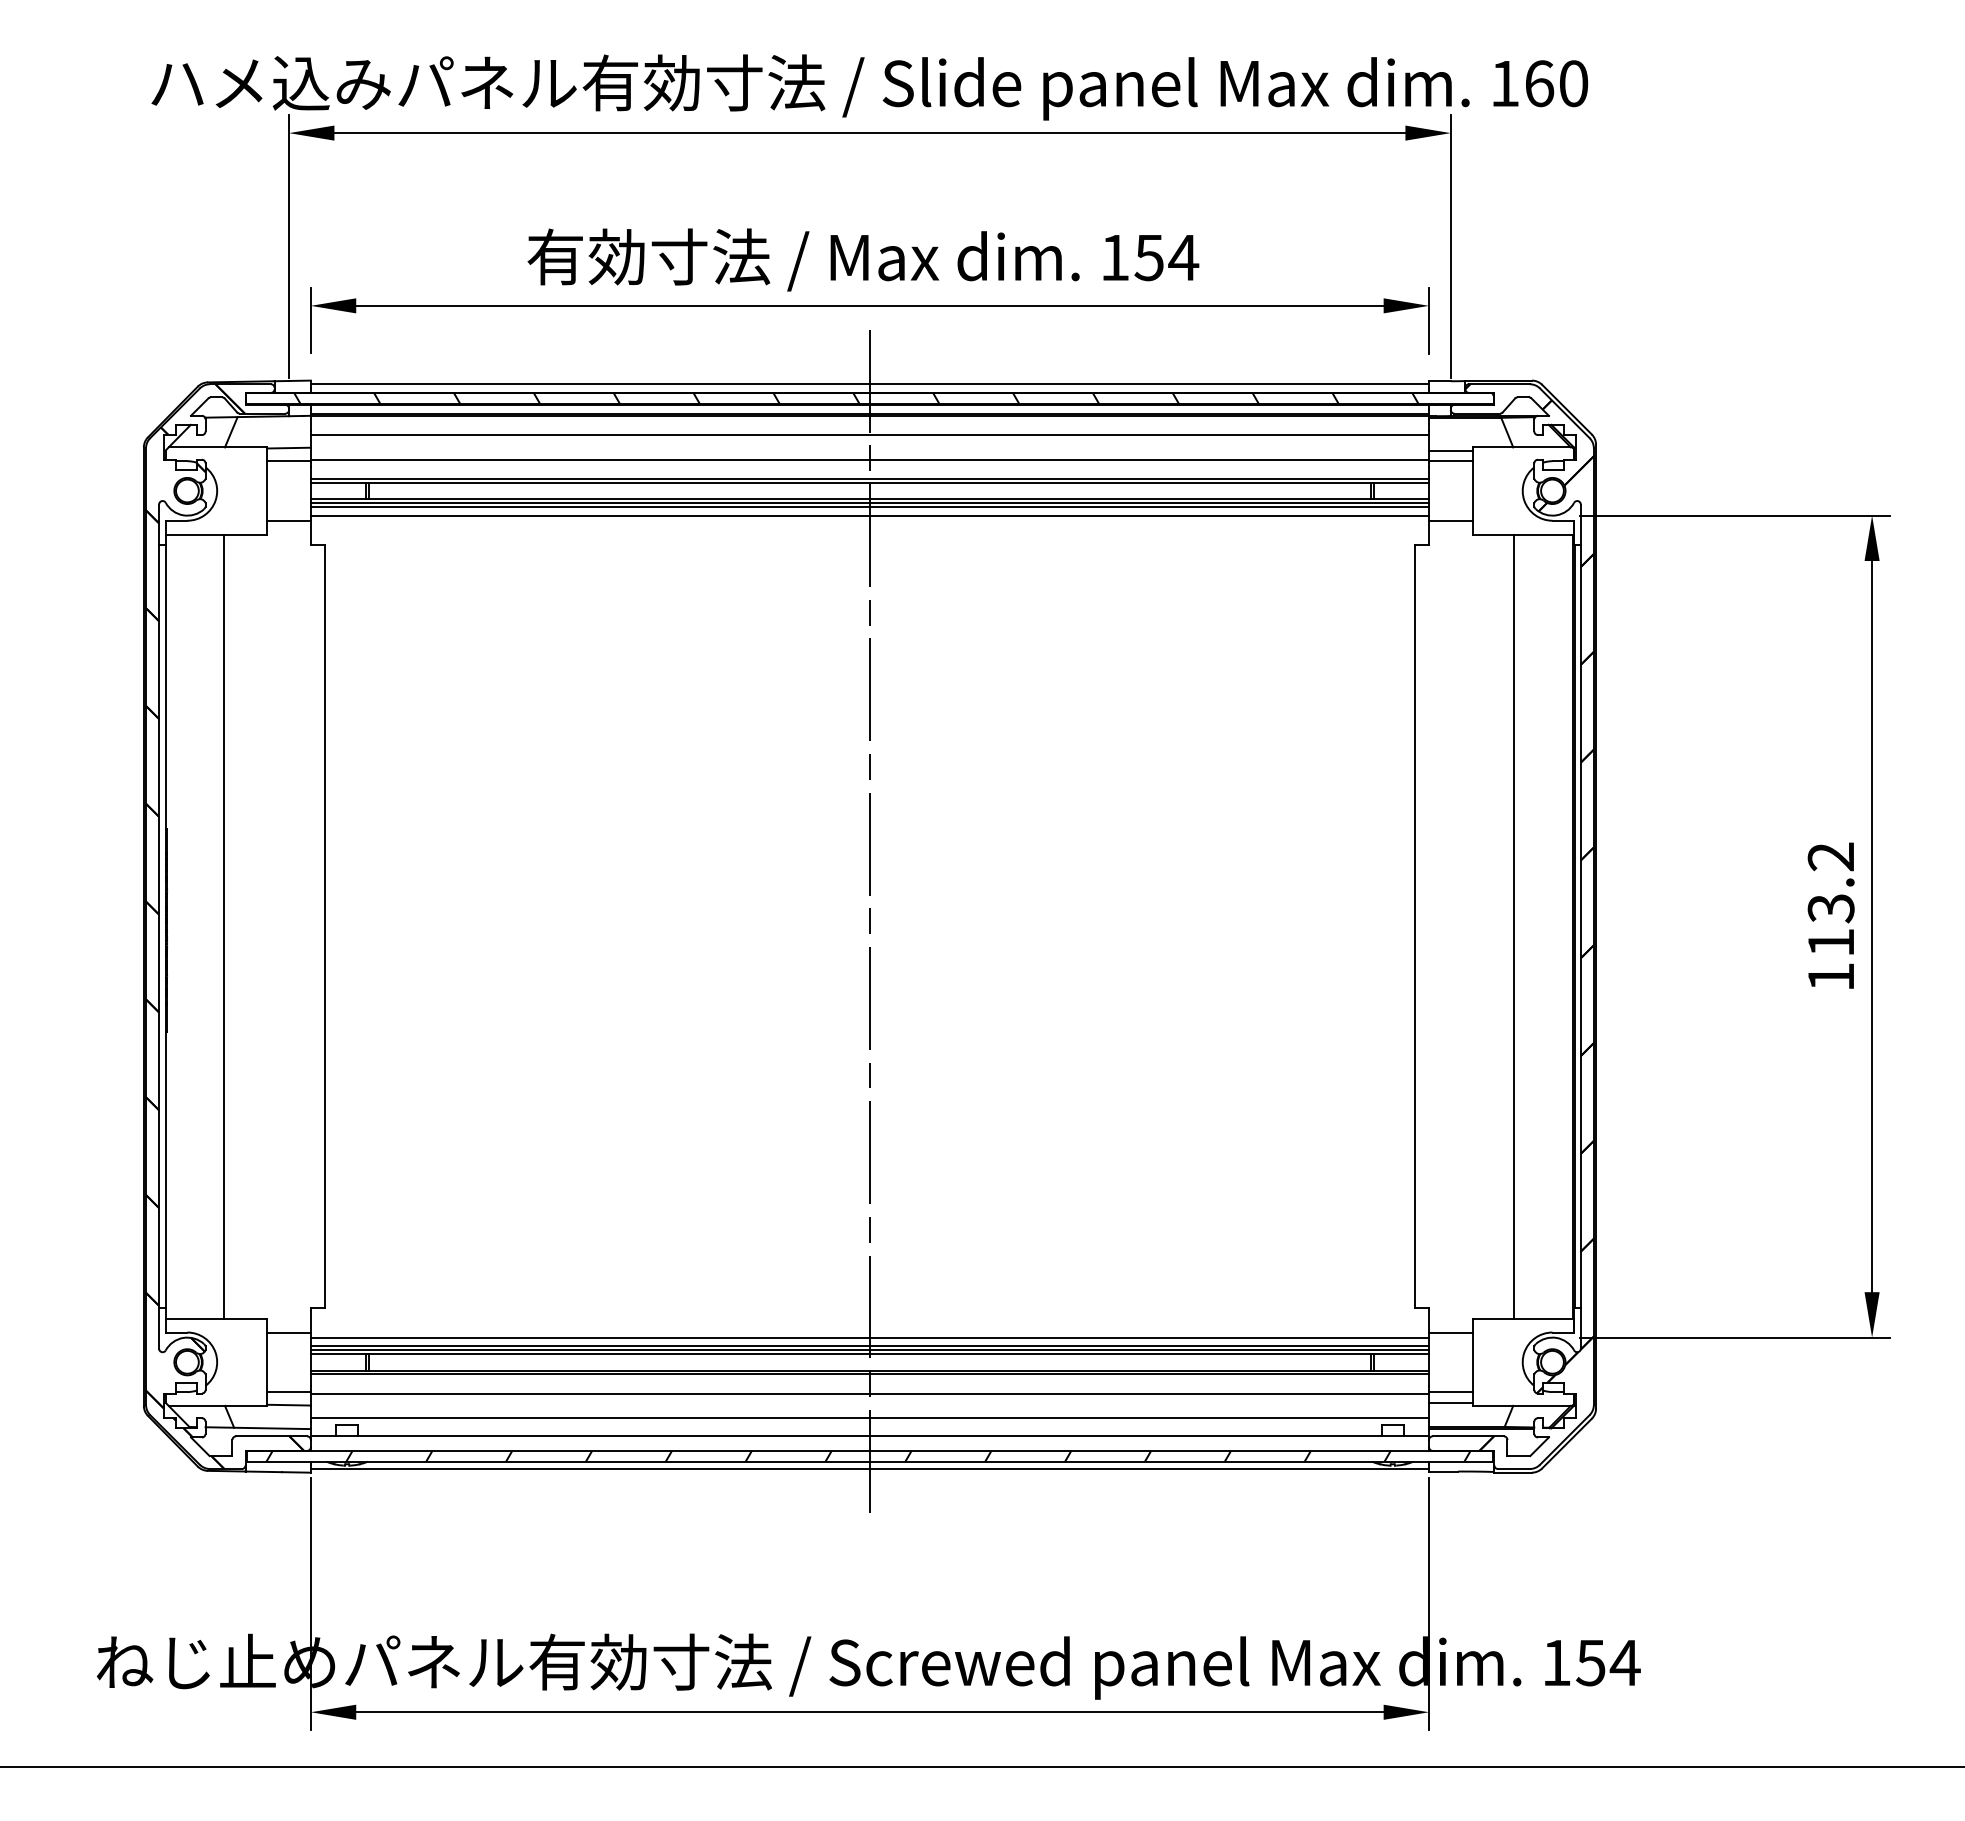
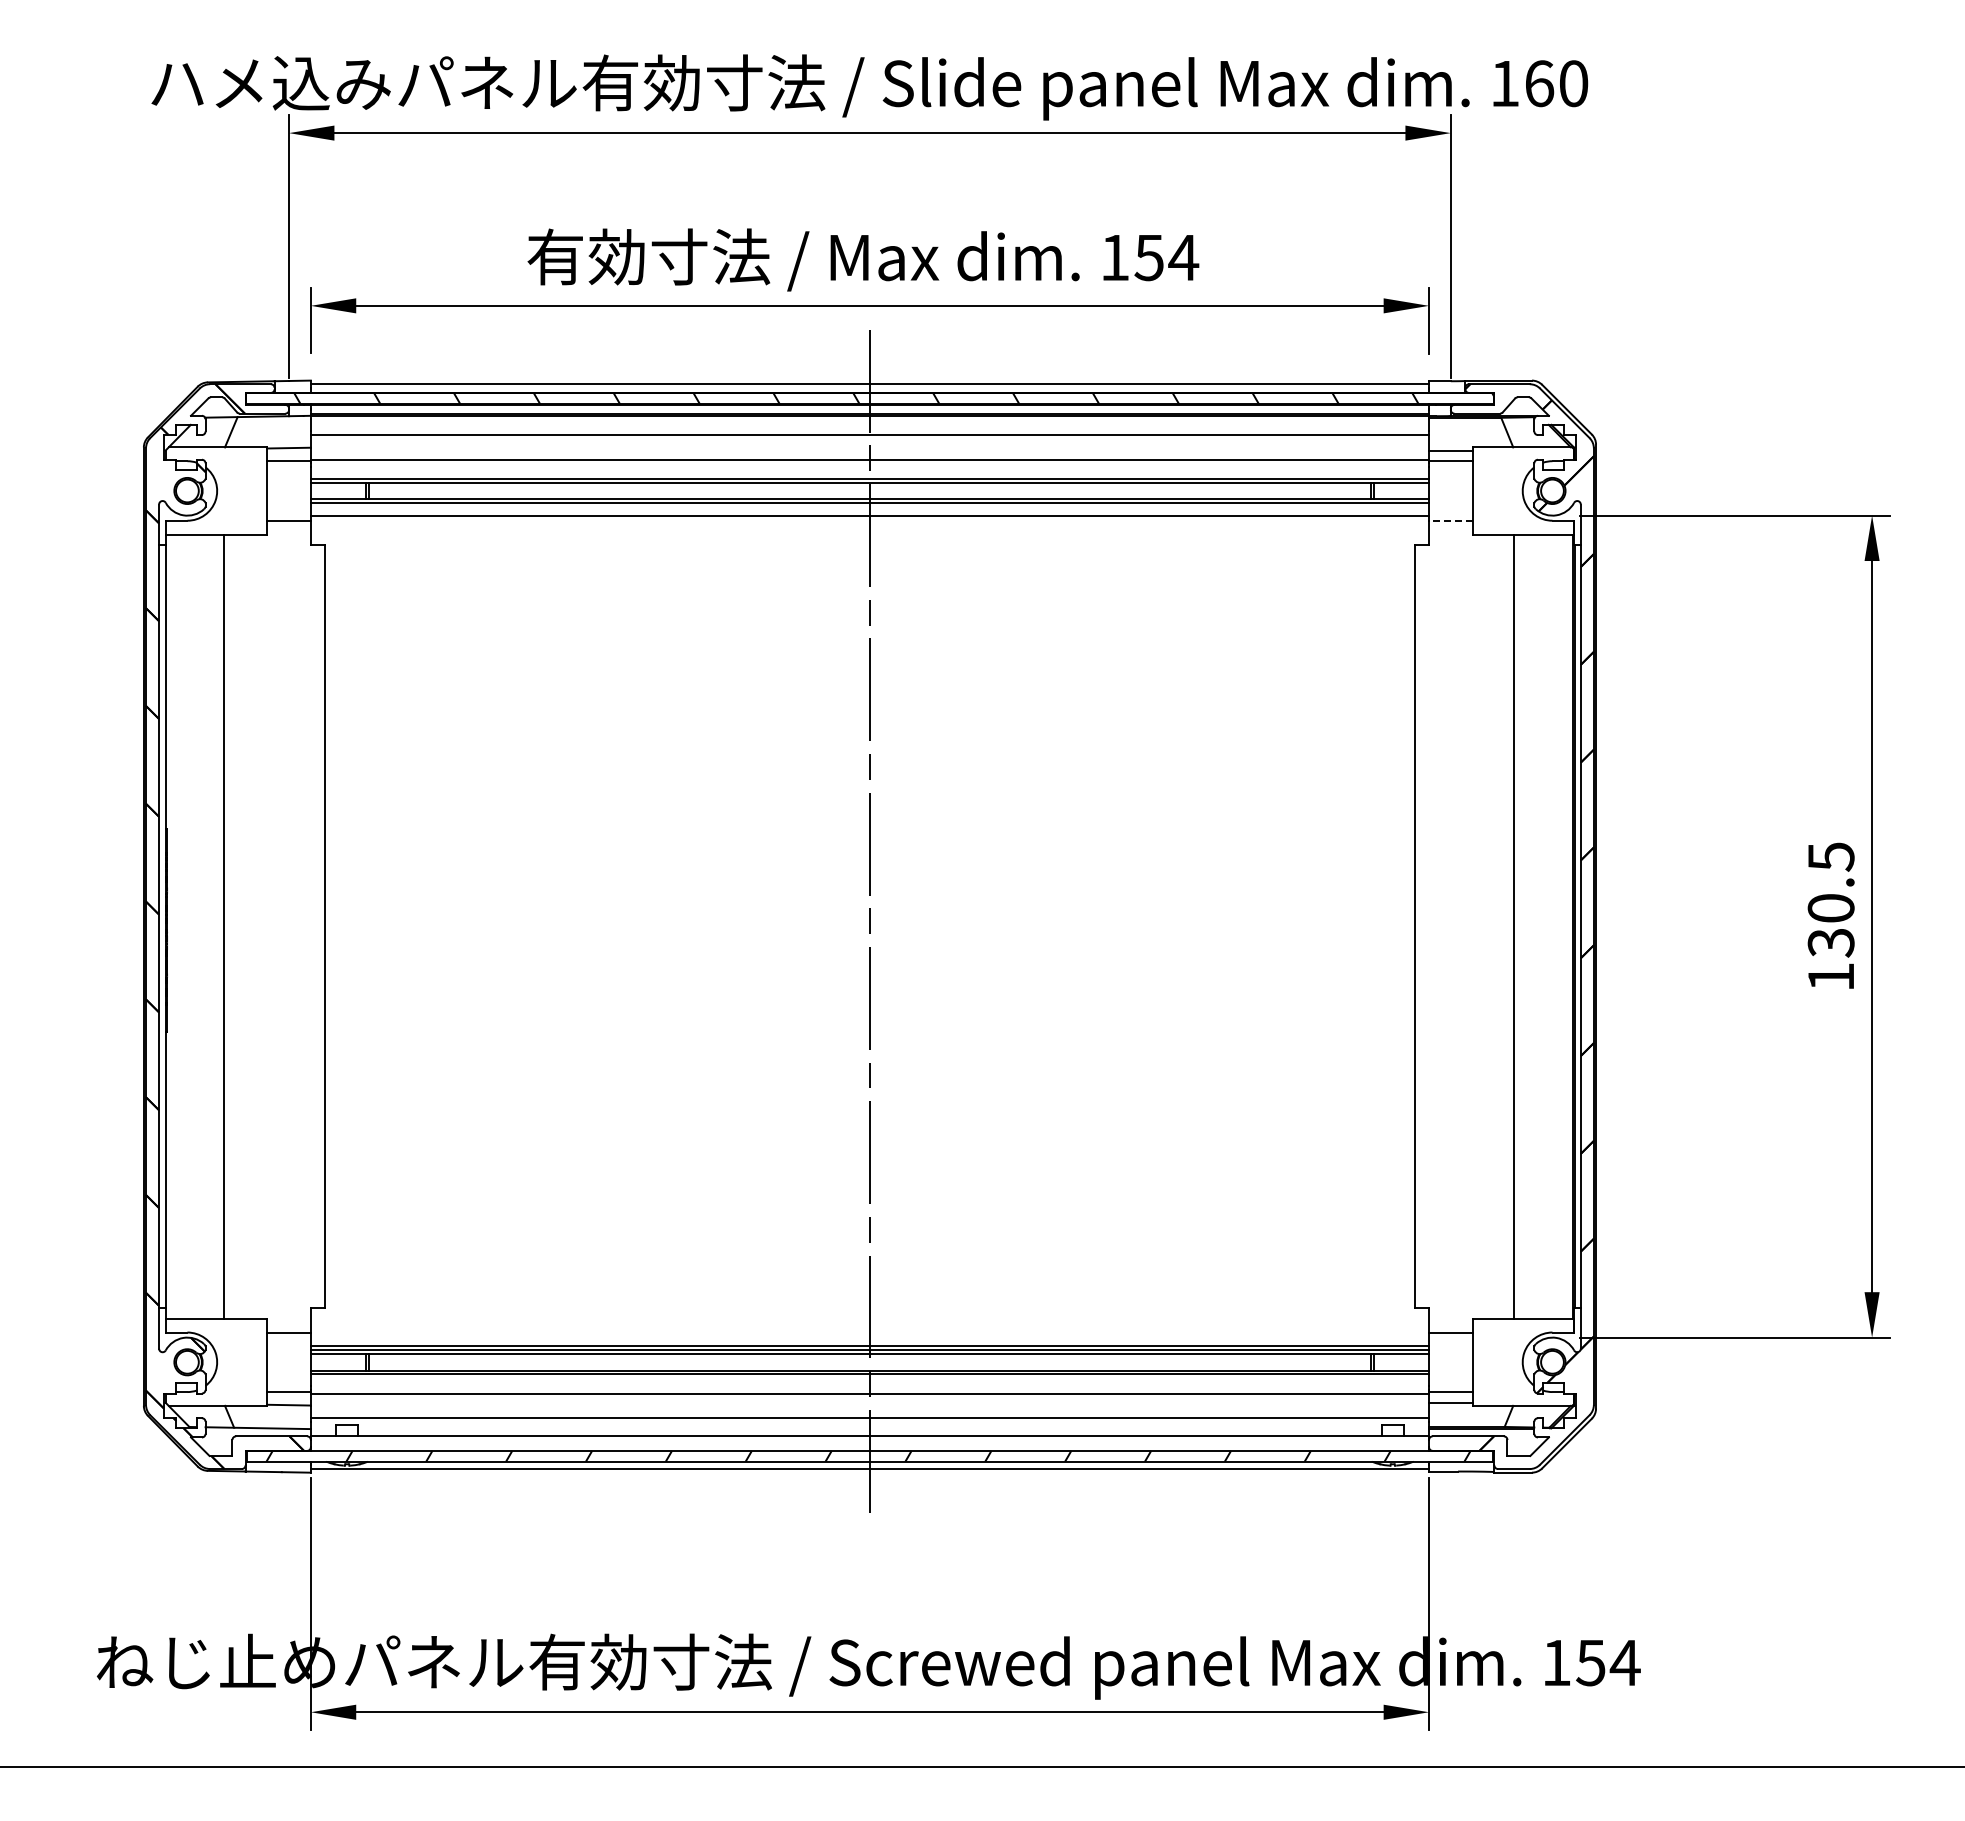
line at (869, 506): present -> none
line at (1450, 520): solid -> dashed
text at (1830, 899): 113.2 -> 130.5
line at (869, 1337): present -> none
